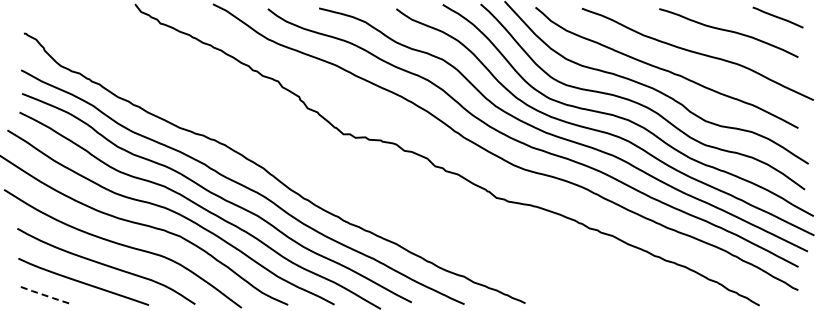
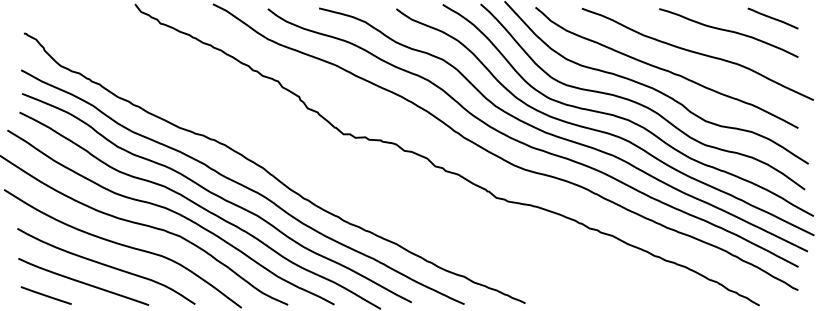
line at (777, 17) position: (777, 17) -> (772, 18)
line at (46, 295): dashed -> solid
